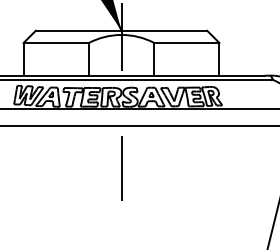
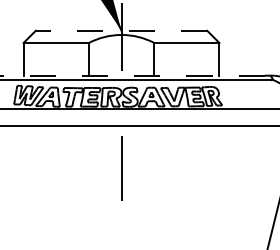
line at (121, 30): solid -> dashed
line at (132, 75): solid -> dashed
